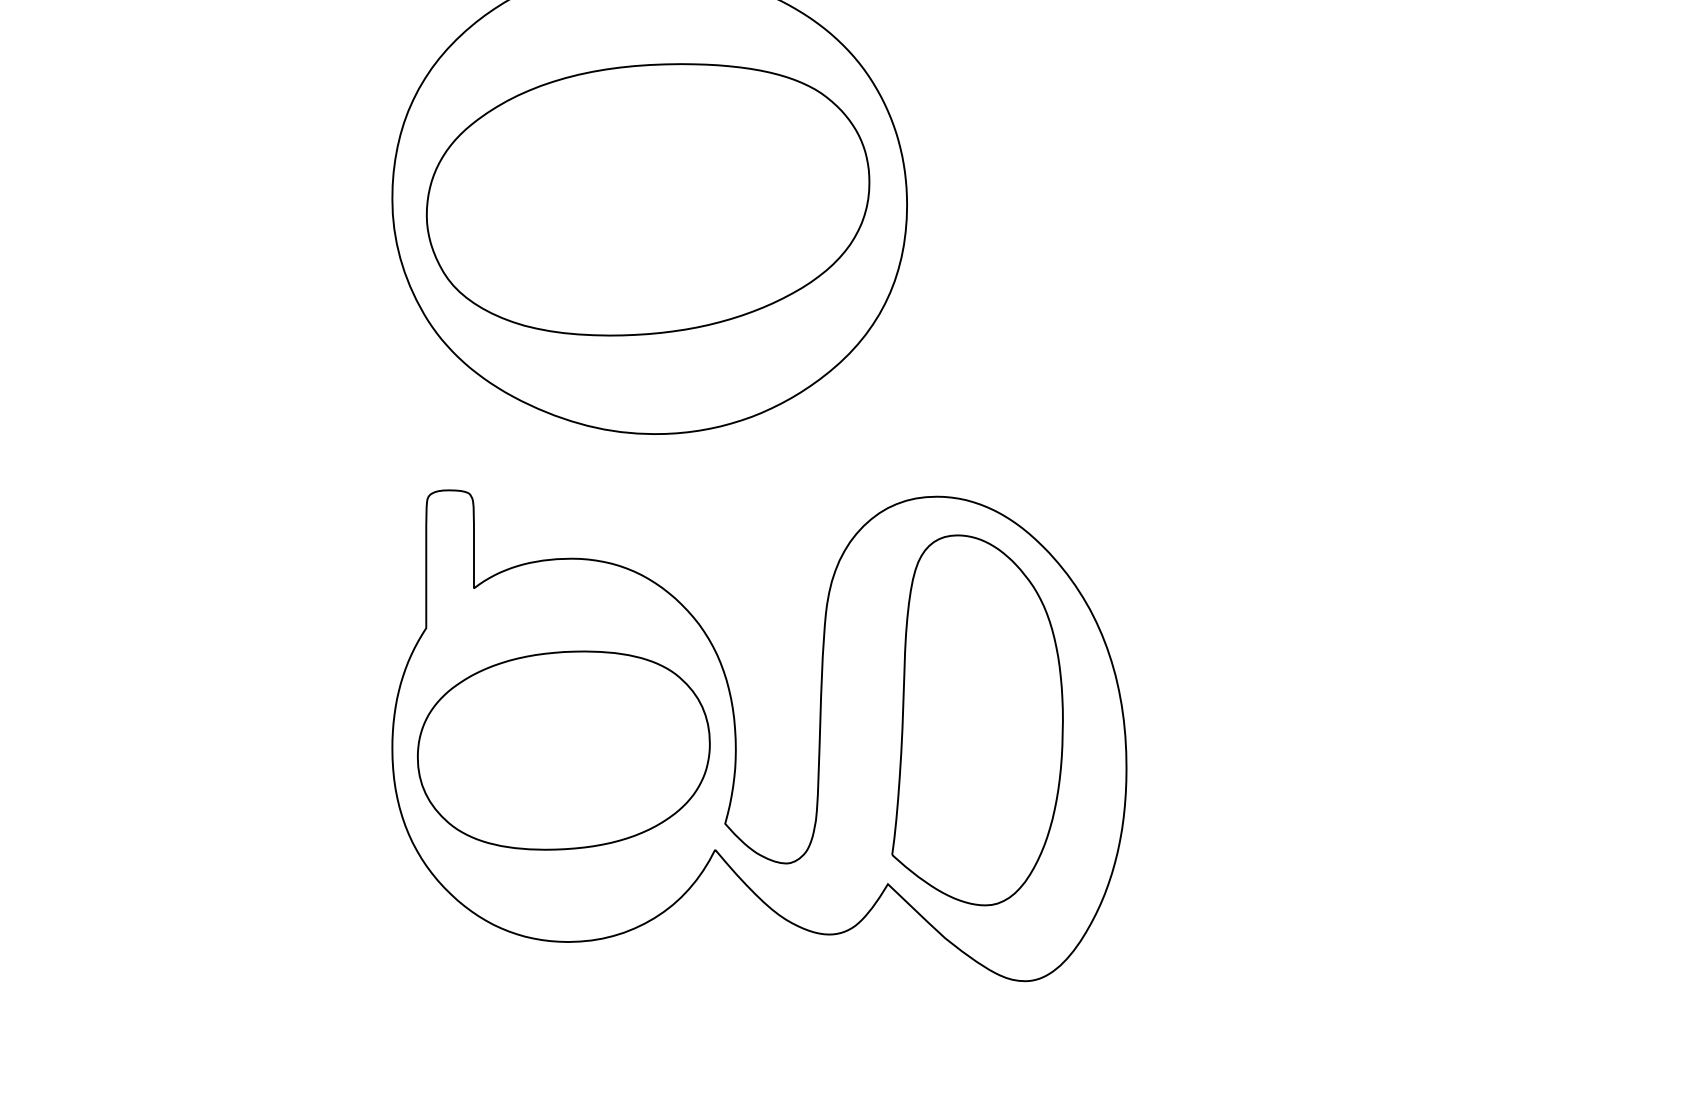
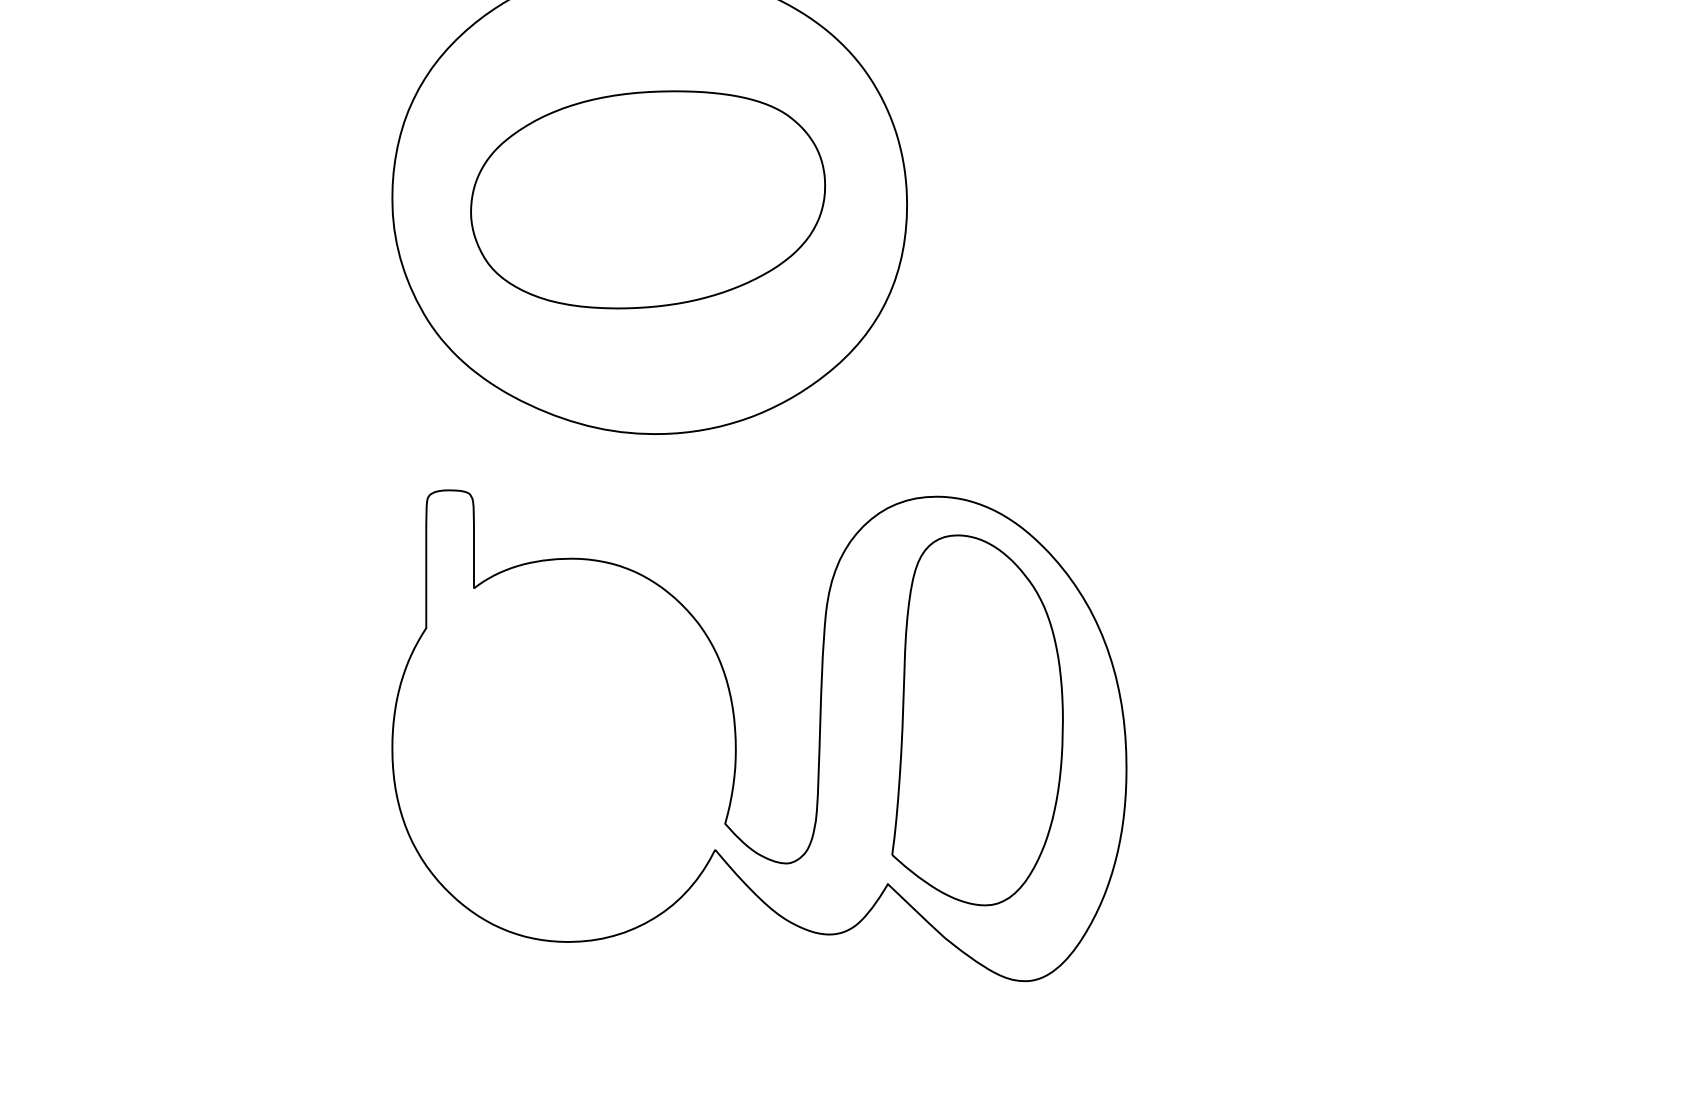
part at (647, 199) size: 446x274 px -> 356x220 px
part at (563, 750): present -> none
